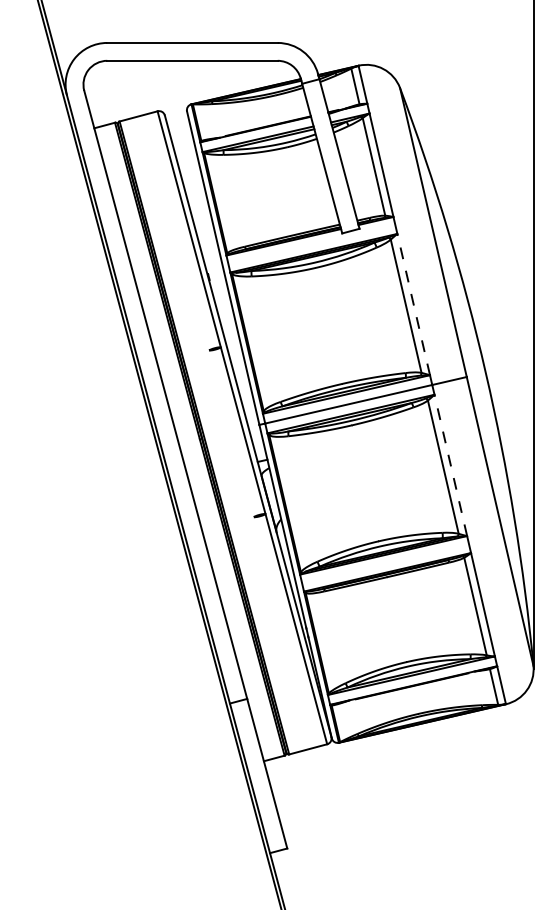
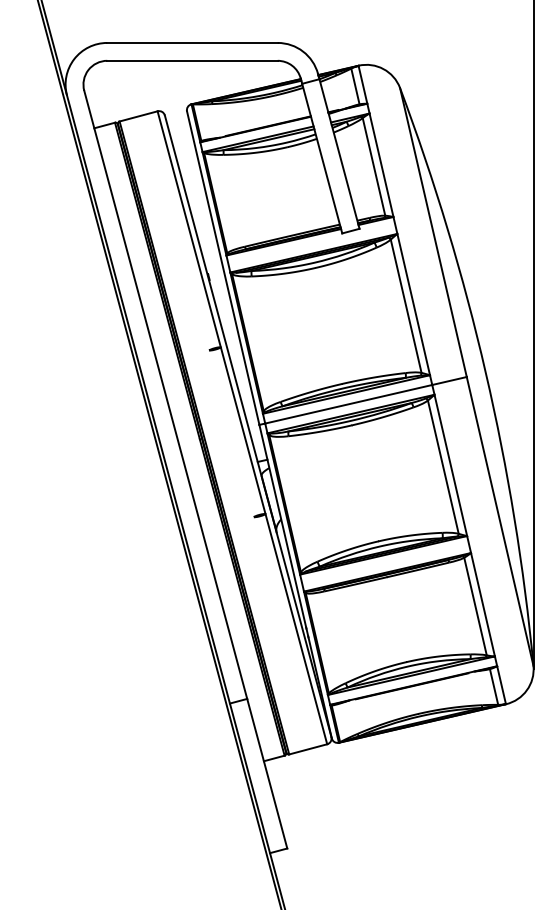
line at (413, 304): dashed -> solid
line at (450, 465): dashed -> solid
